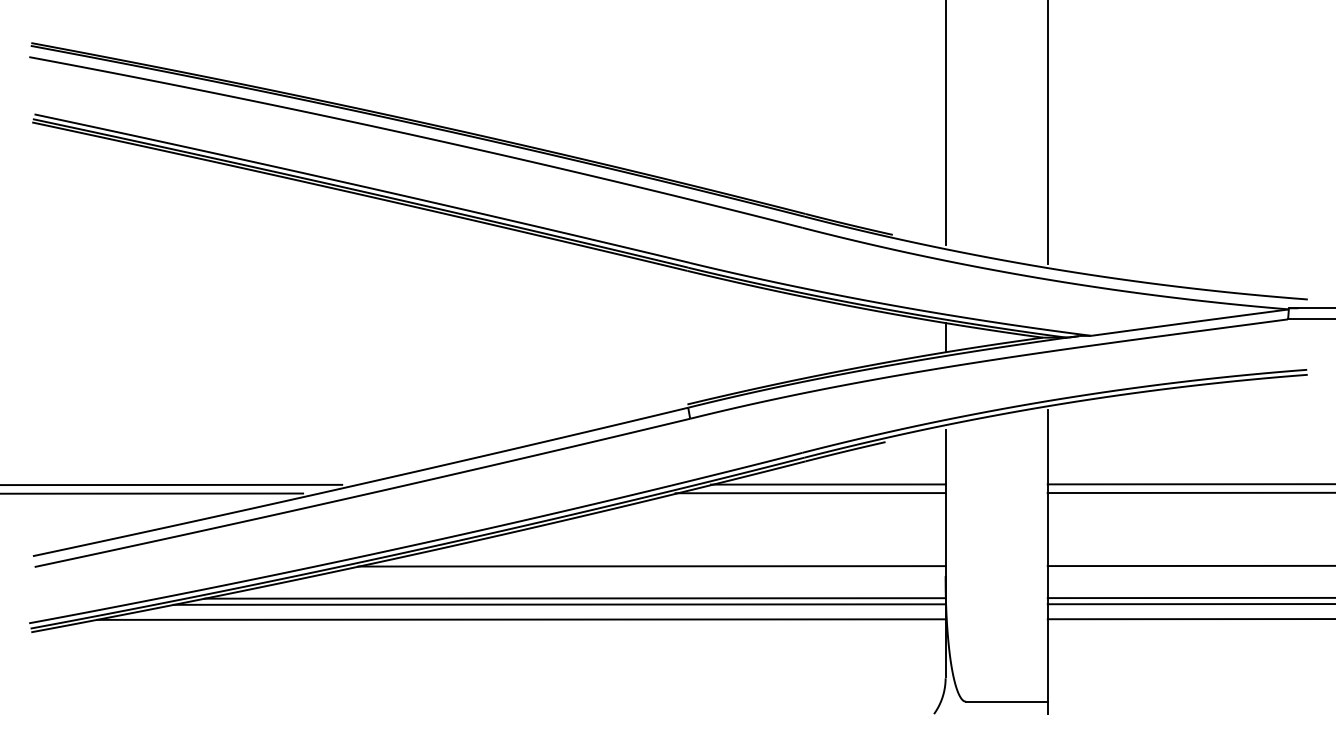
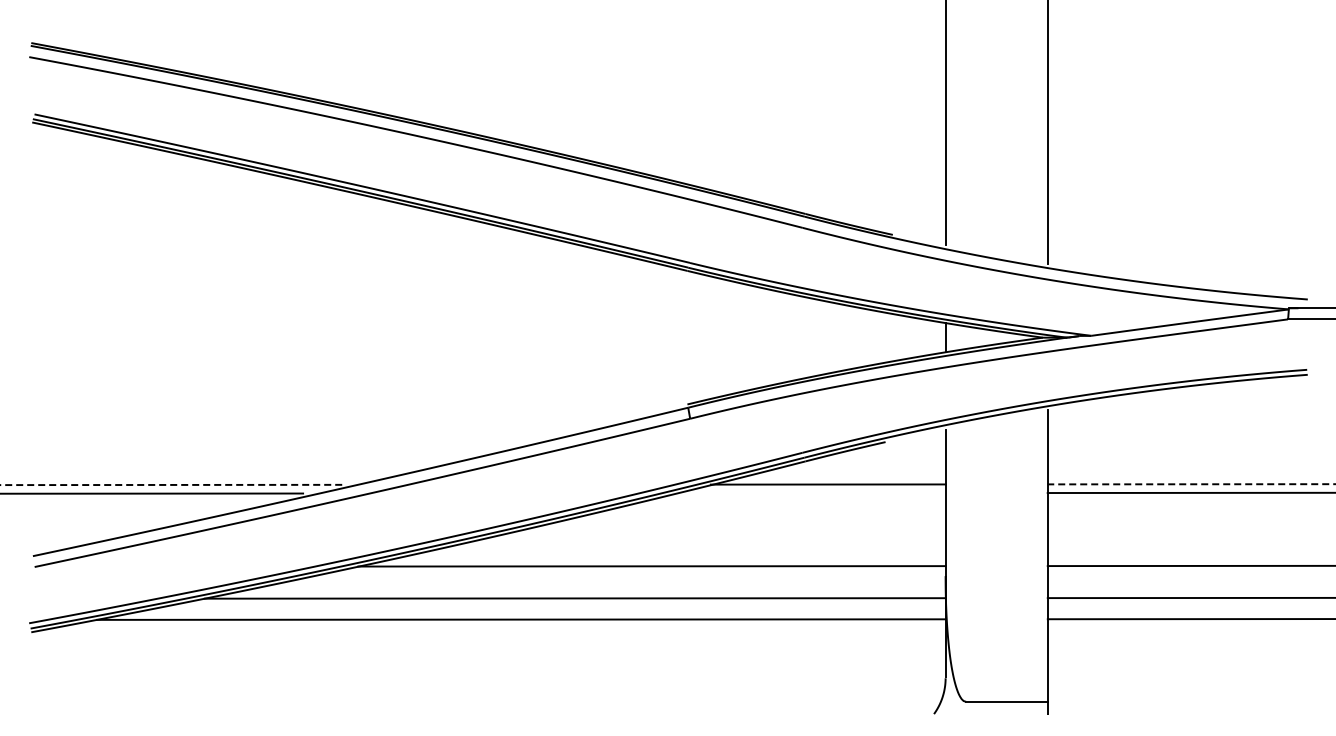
line at (171, 484): solid -> dashed
line at (1191, 484): solid -> dashed
line at (810, 493): present -> none
line at (559, 604): present -> none
line at (1189, 604): present -> none
